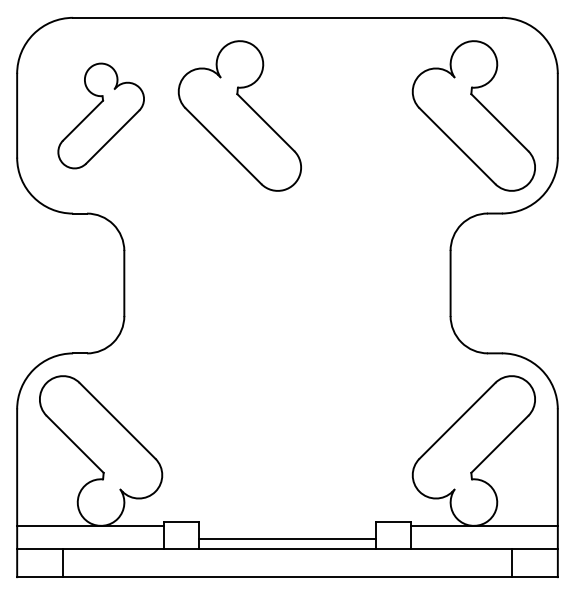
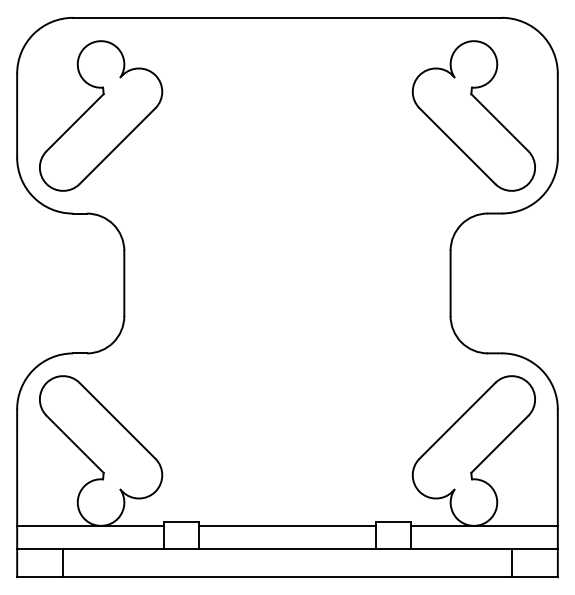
part at (100, 115) size: 88x108 px -> 125x152 px
part at (239, 115): present -> none
line at (287, 538) position: (287, 538) -> (287, 525)
